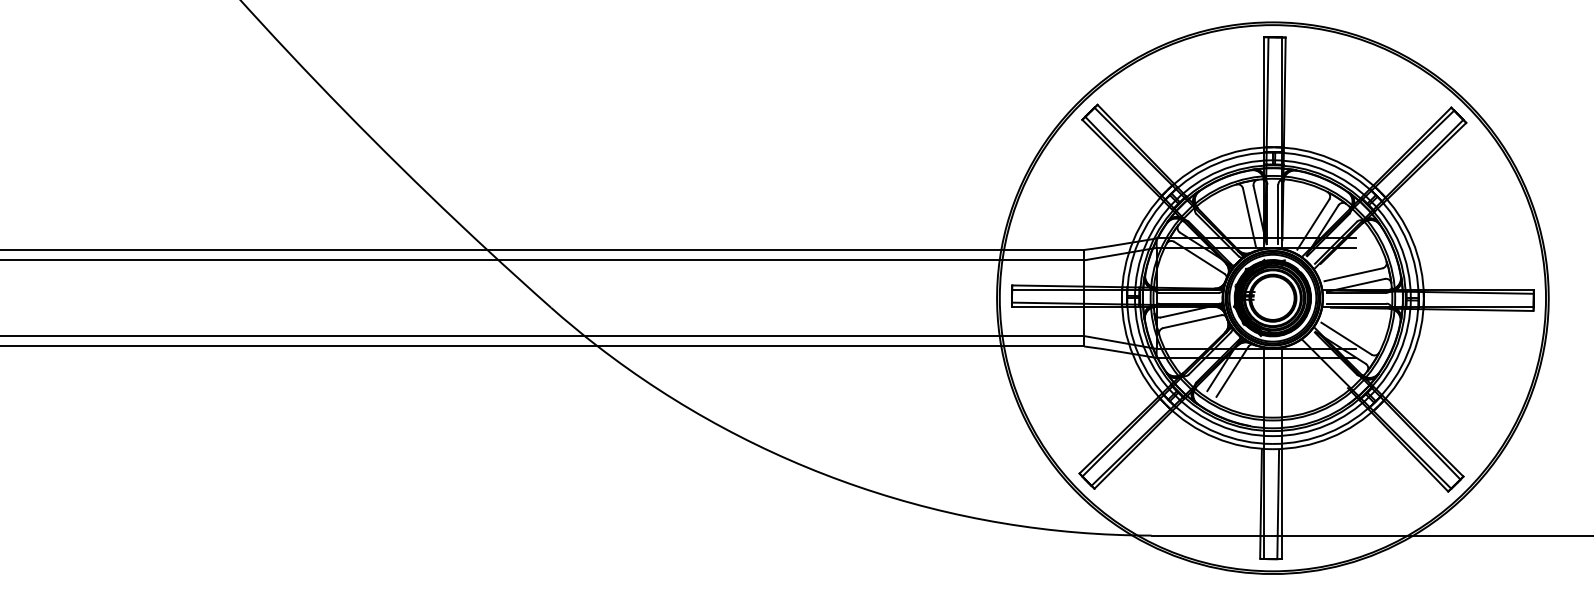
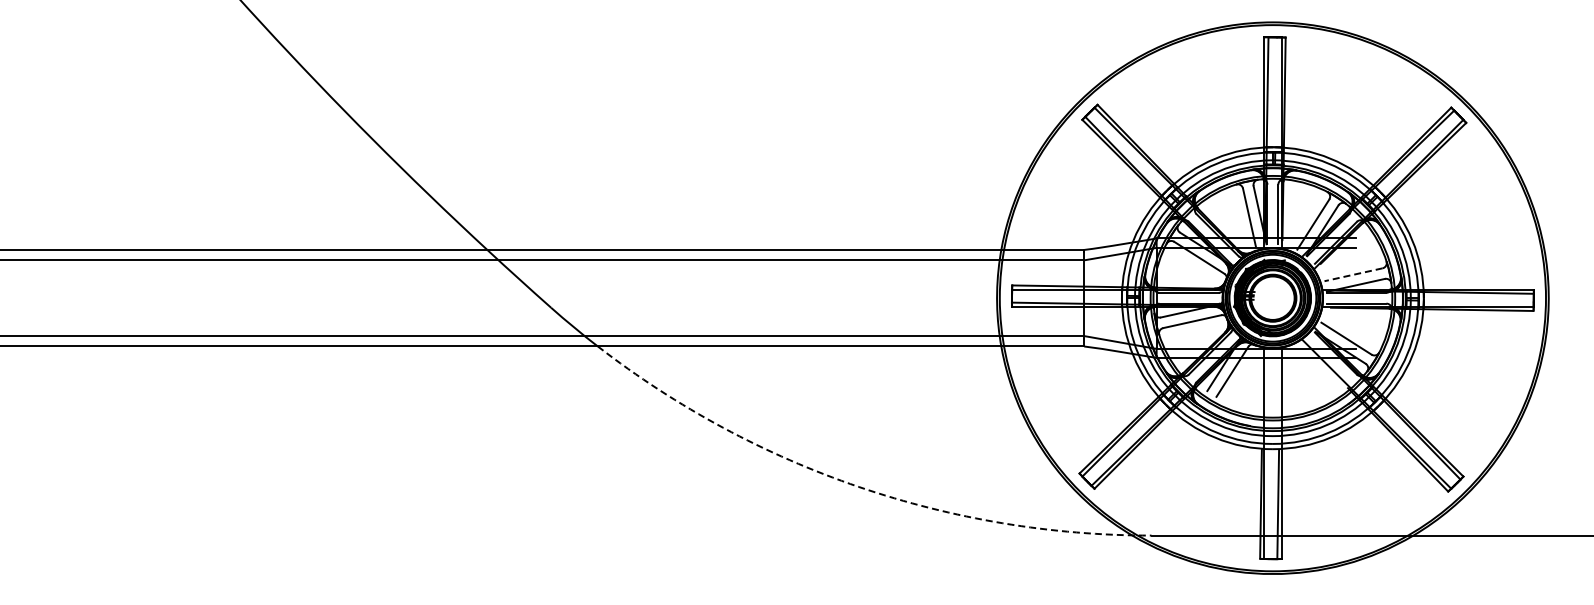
line at (1353, 274): solid -> dashed
arc at (859, 486): solid -> dashed
